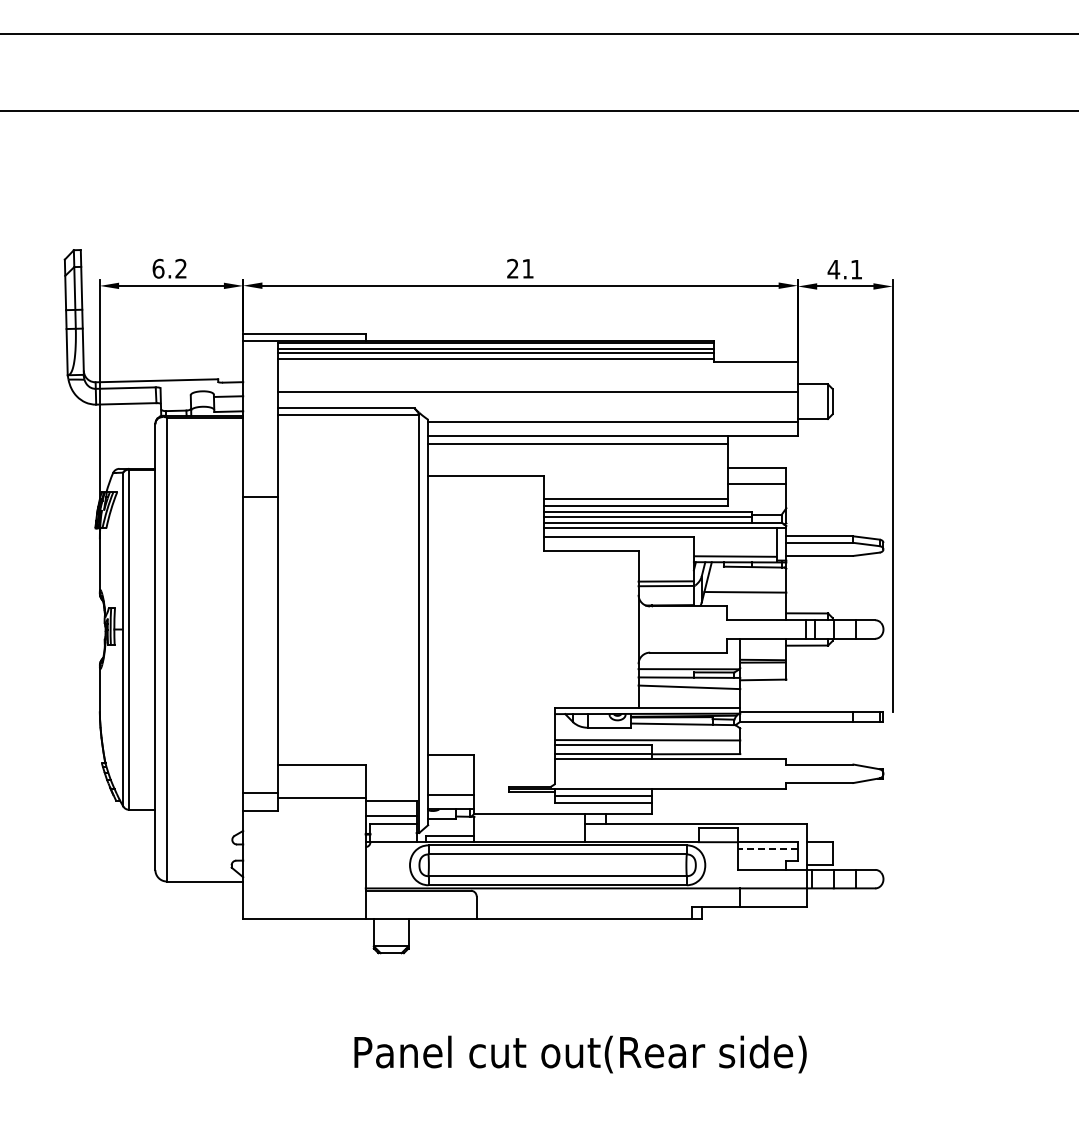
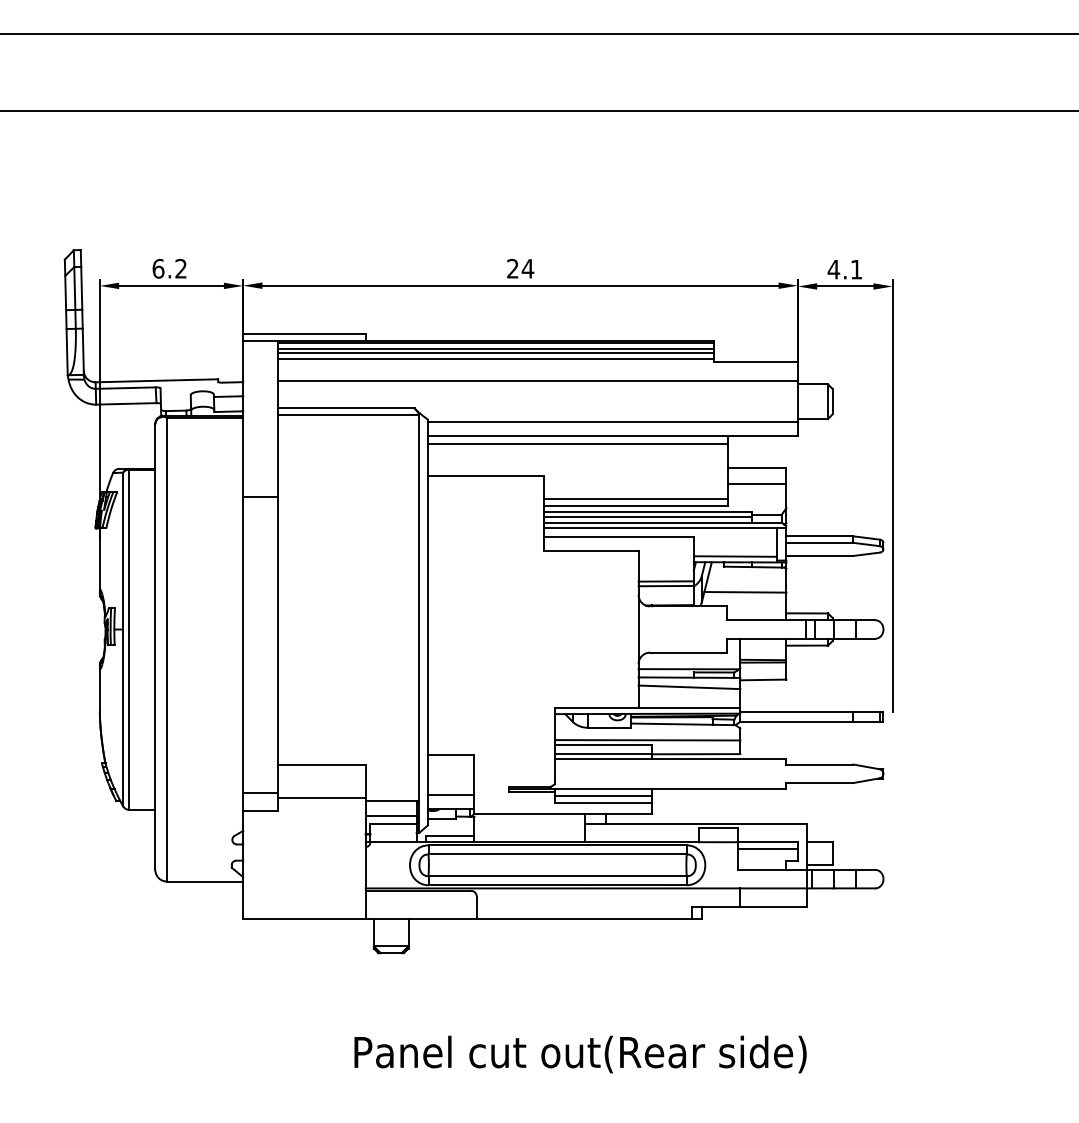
text at (527, 268): 21 -> 24
line at (537, 391) position: (537, 391) -> (537, 380)
line at (767, 849): dashed -> solid
